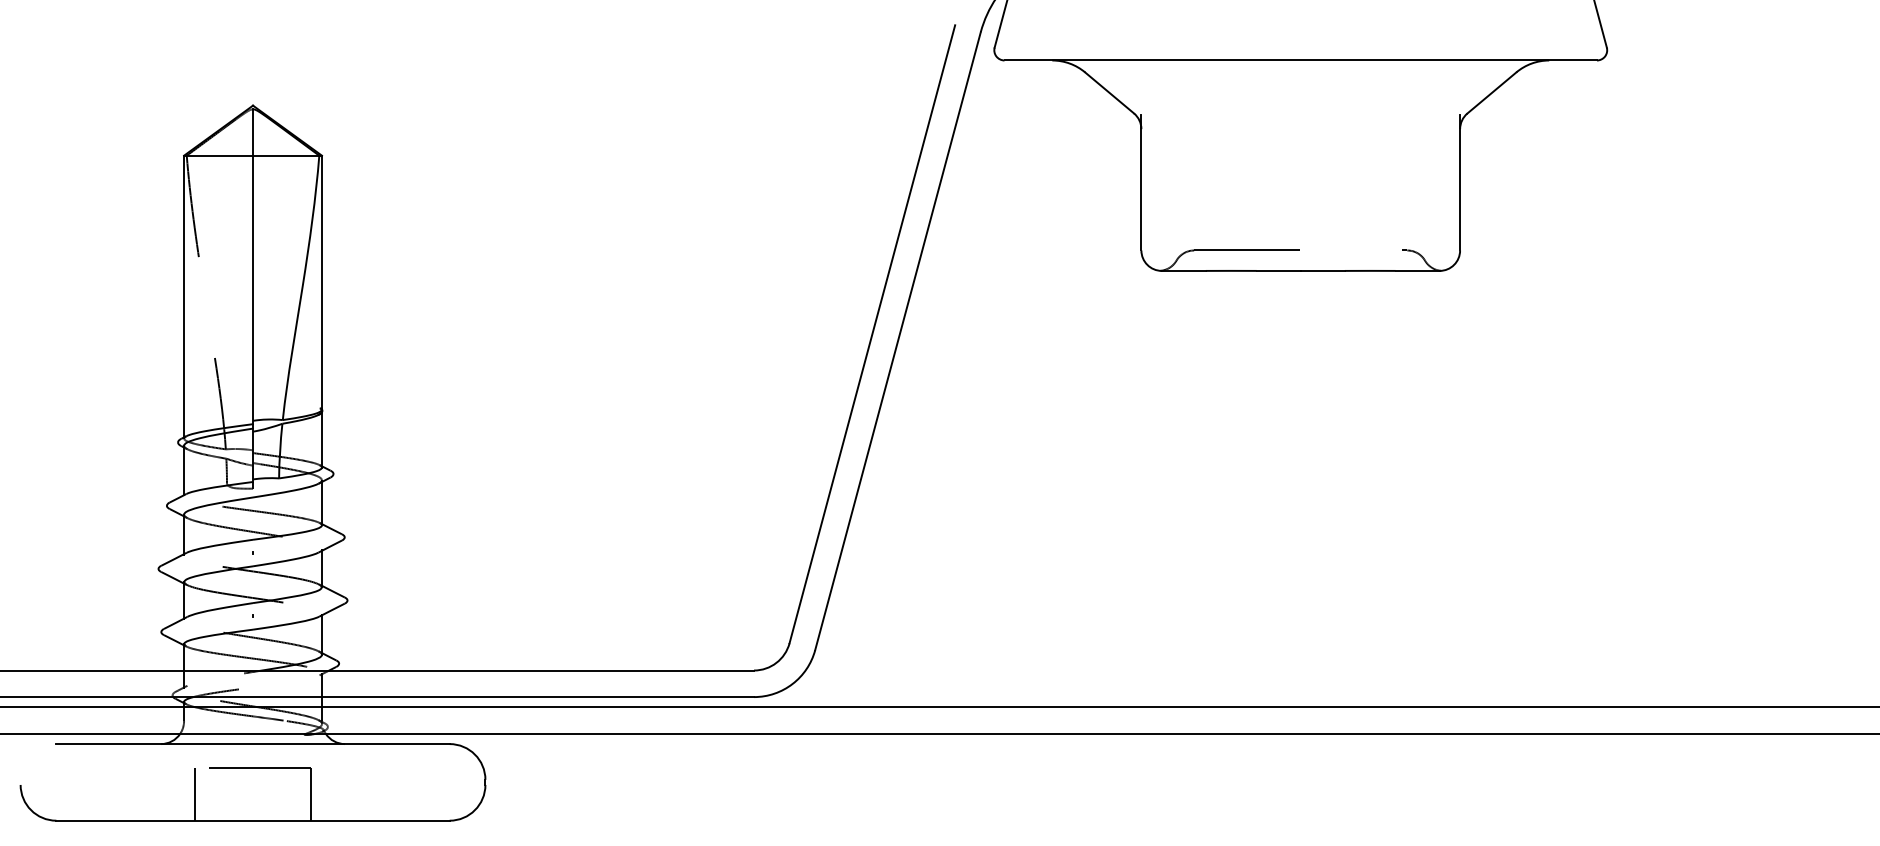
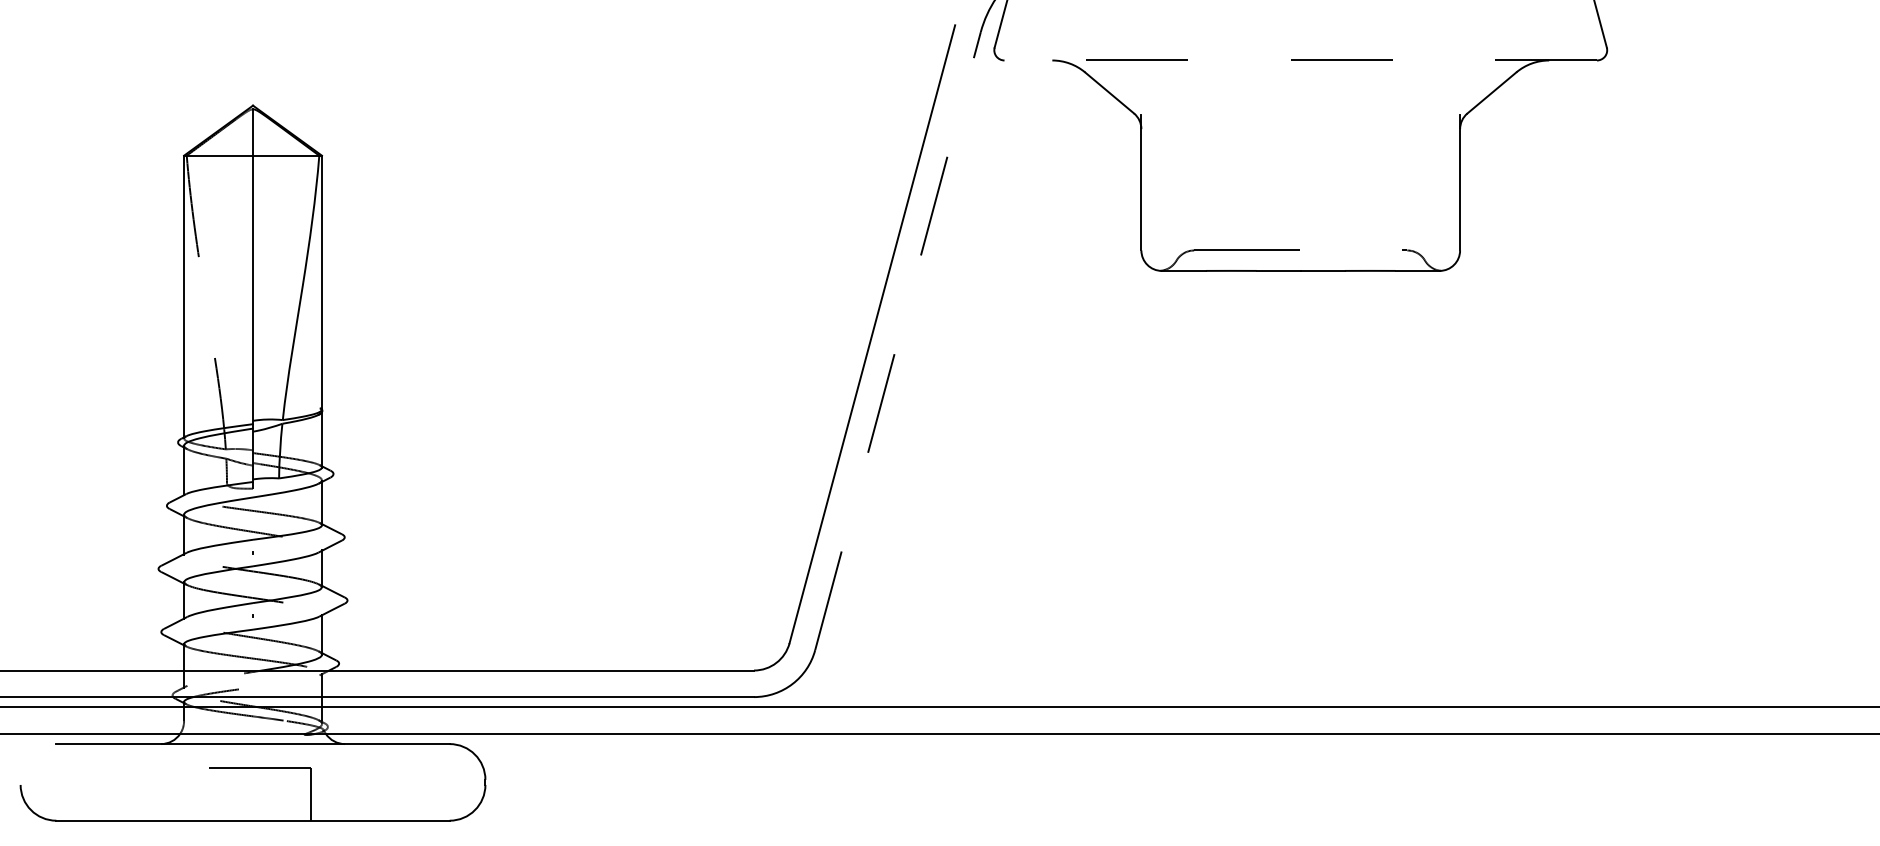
line at (1300, 60): solid -> dashed
line at (898, 341): solid -> dashed
line at (195, 793): present -> none
